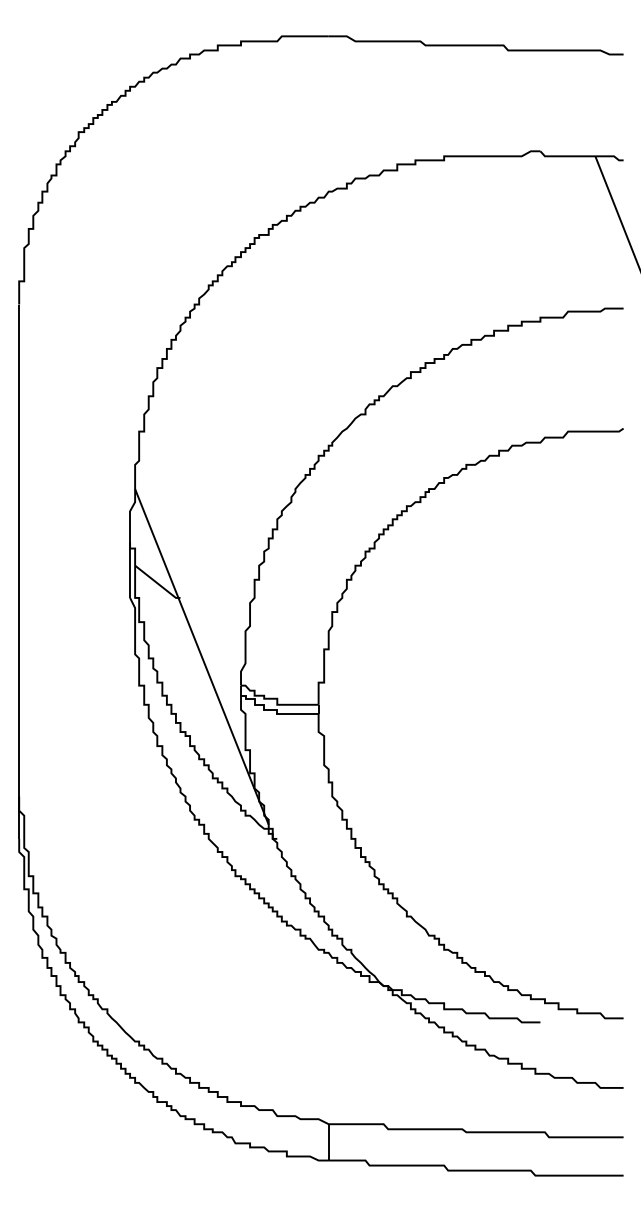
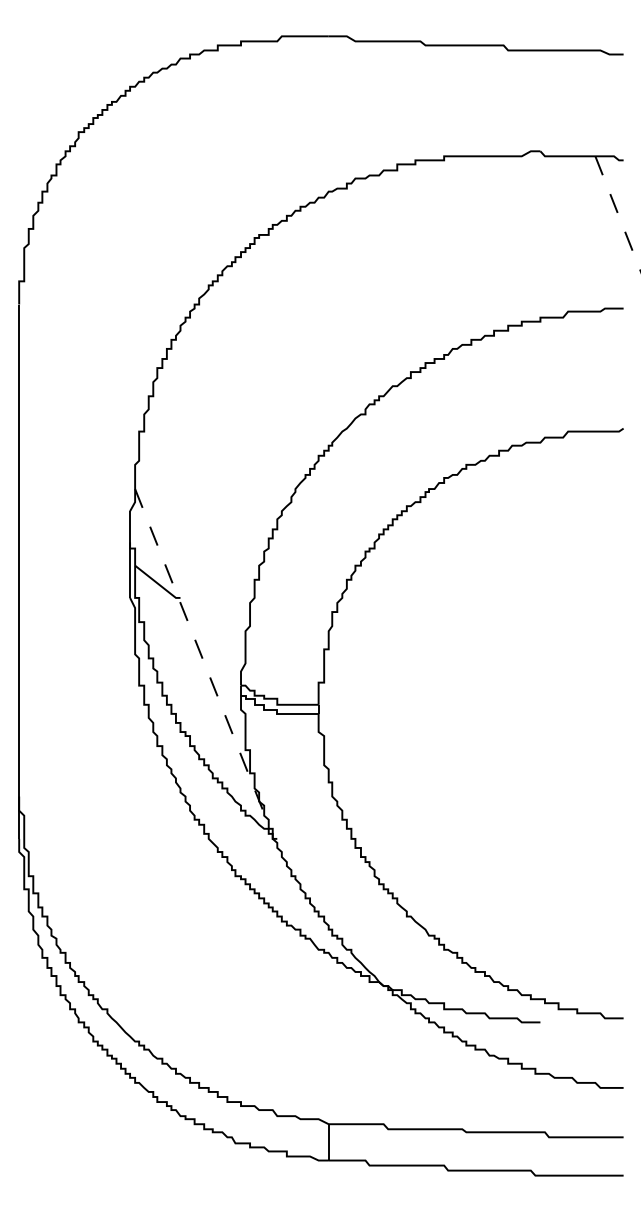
line at (618, 213): solid -> dashed
line at (201, 656): solid -> dashed
